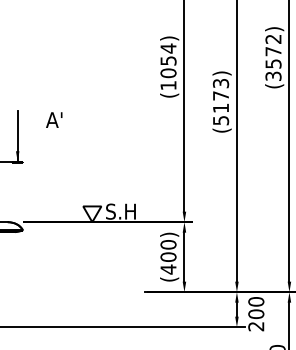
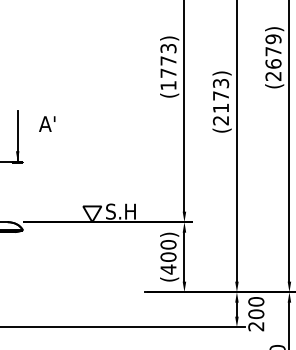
text at (273, 57): (3572) -> (2679)
text at (168, 60): (1054) -> (1773)
text at (54, 119) position: (54, 119) -> (47, 123)
text at (220, 120): (5173) -> (2173)
